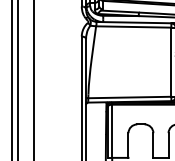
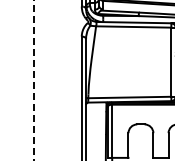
line at (11, 79): present -> none
line at (18, 79): present -> none
line at (33, 80): solid -> dashed
